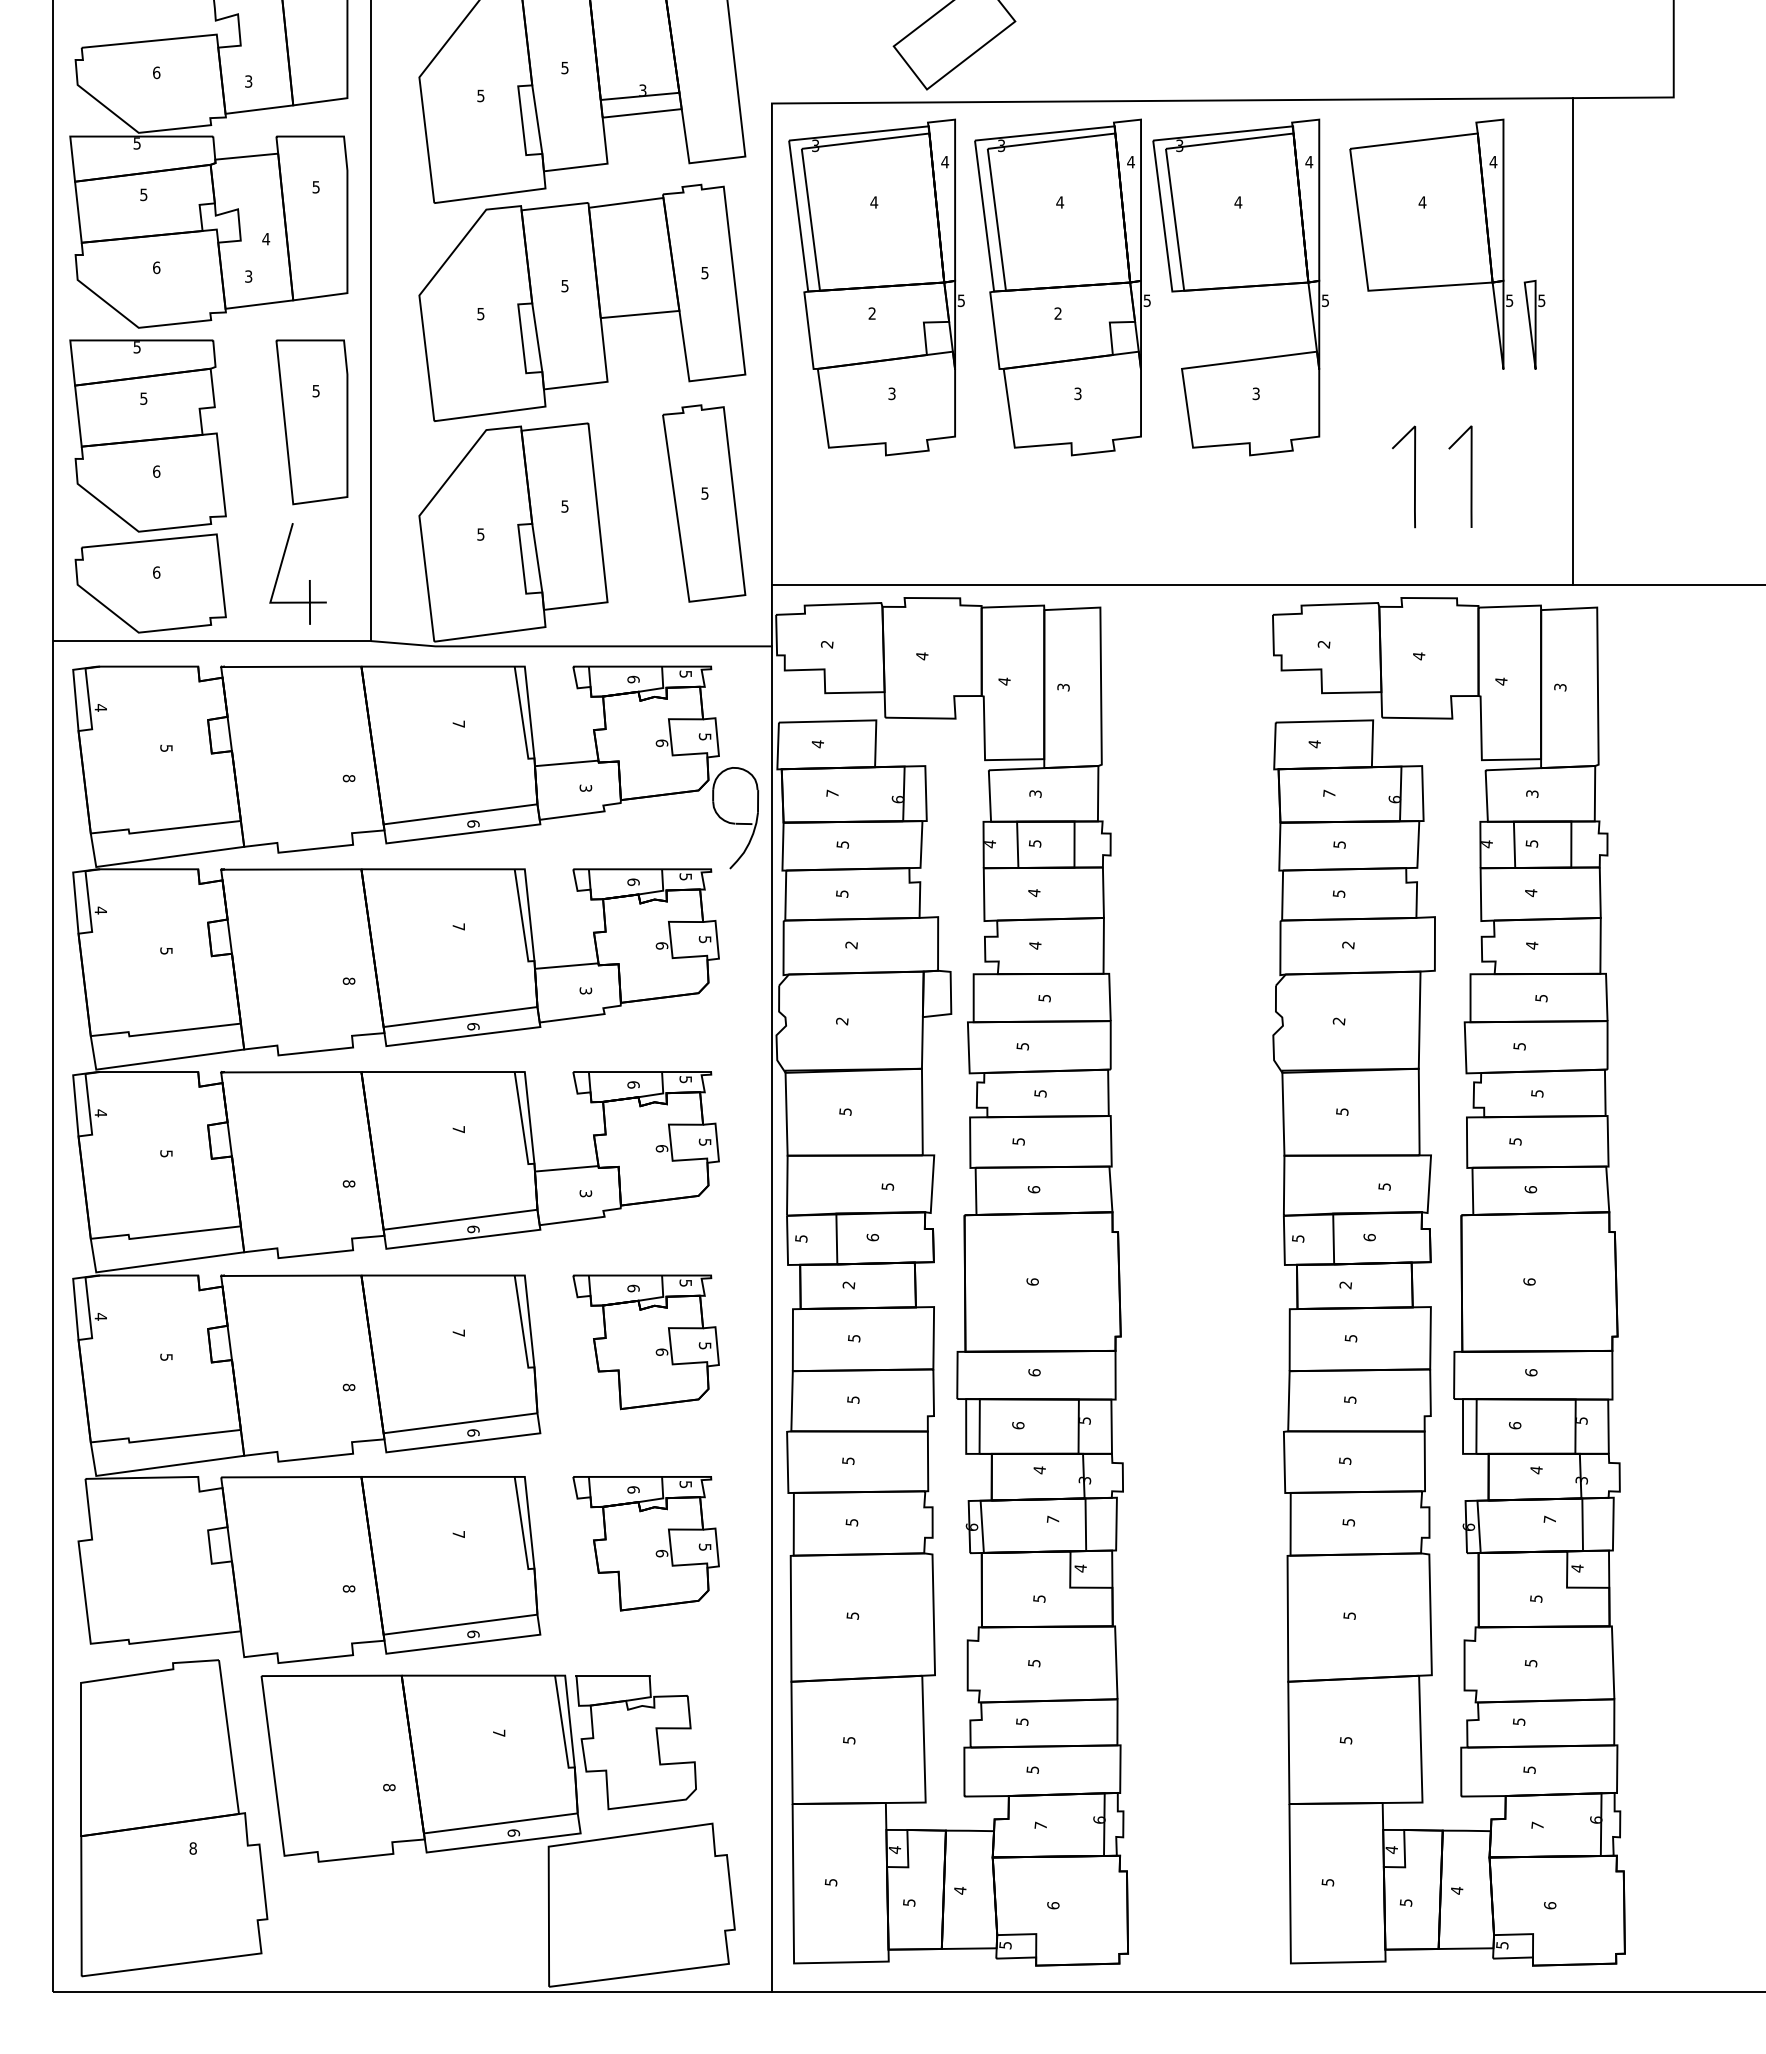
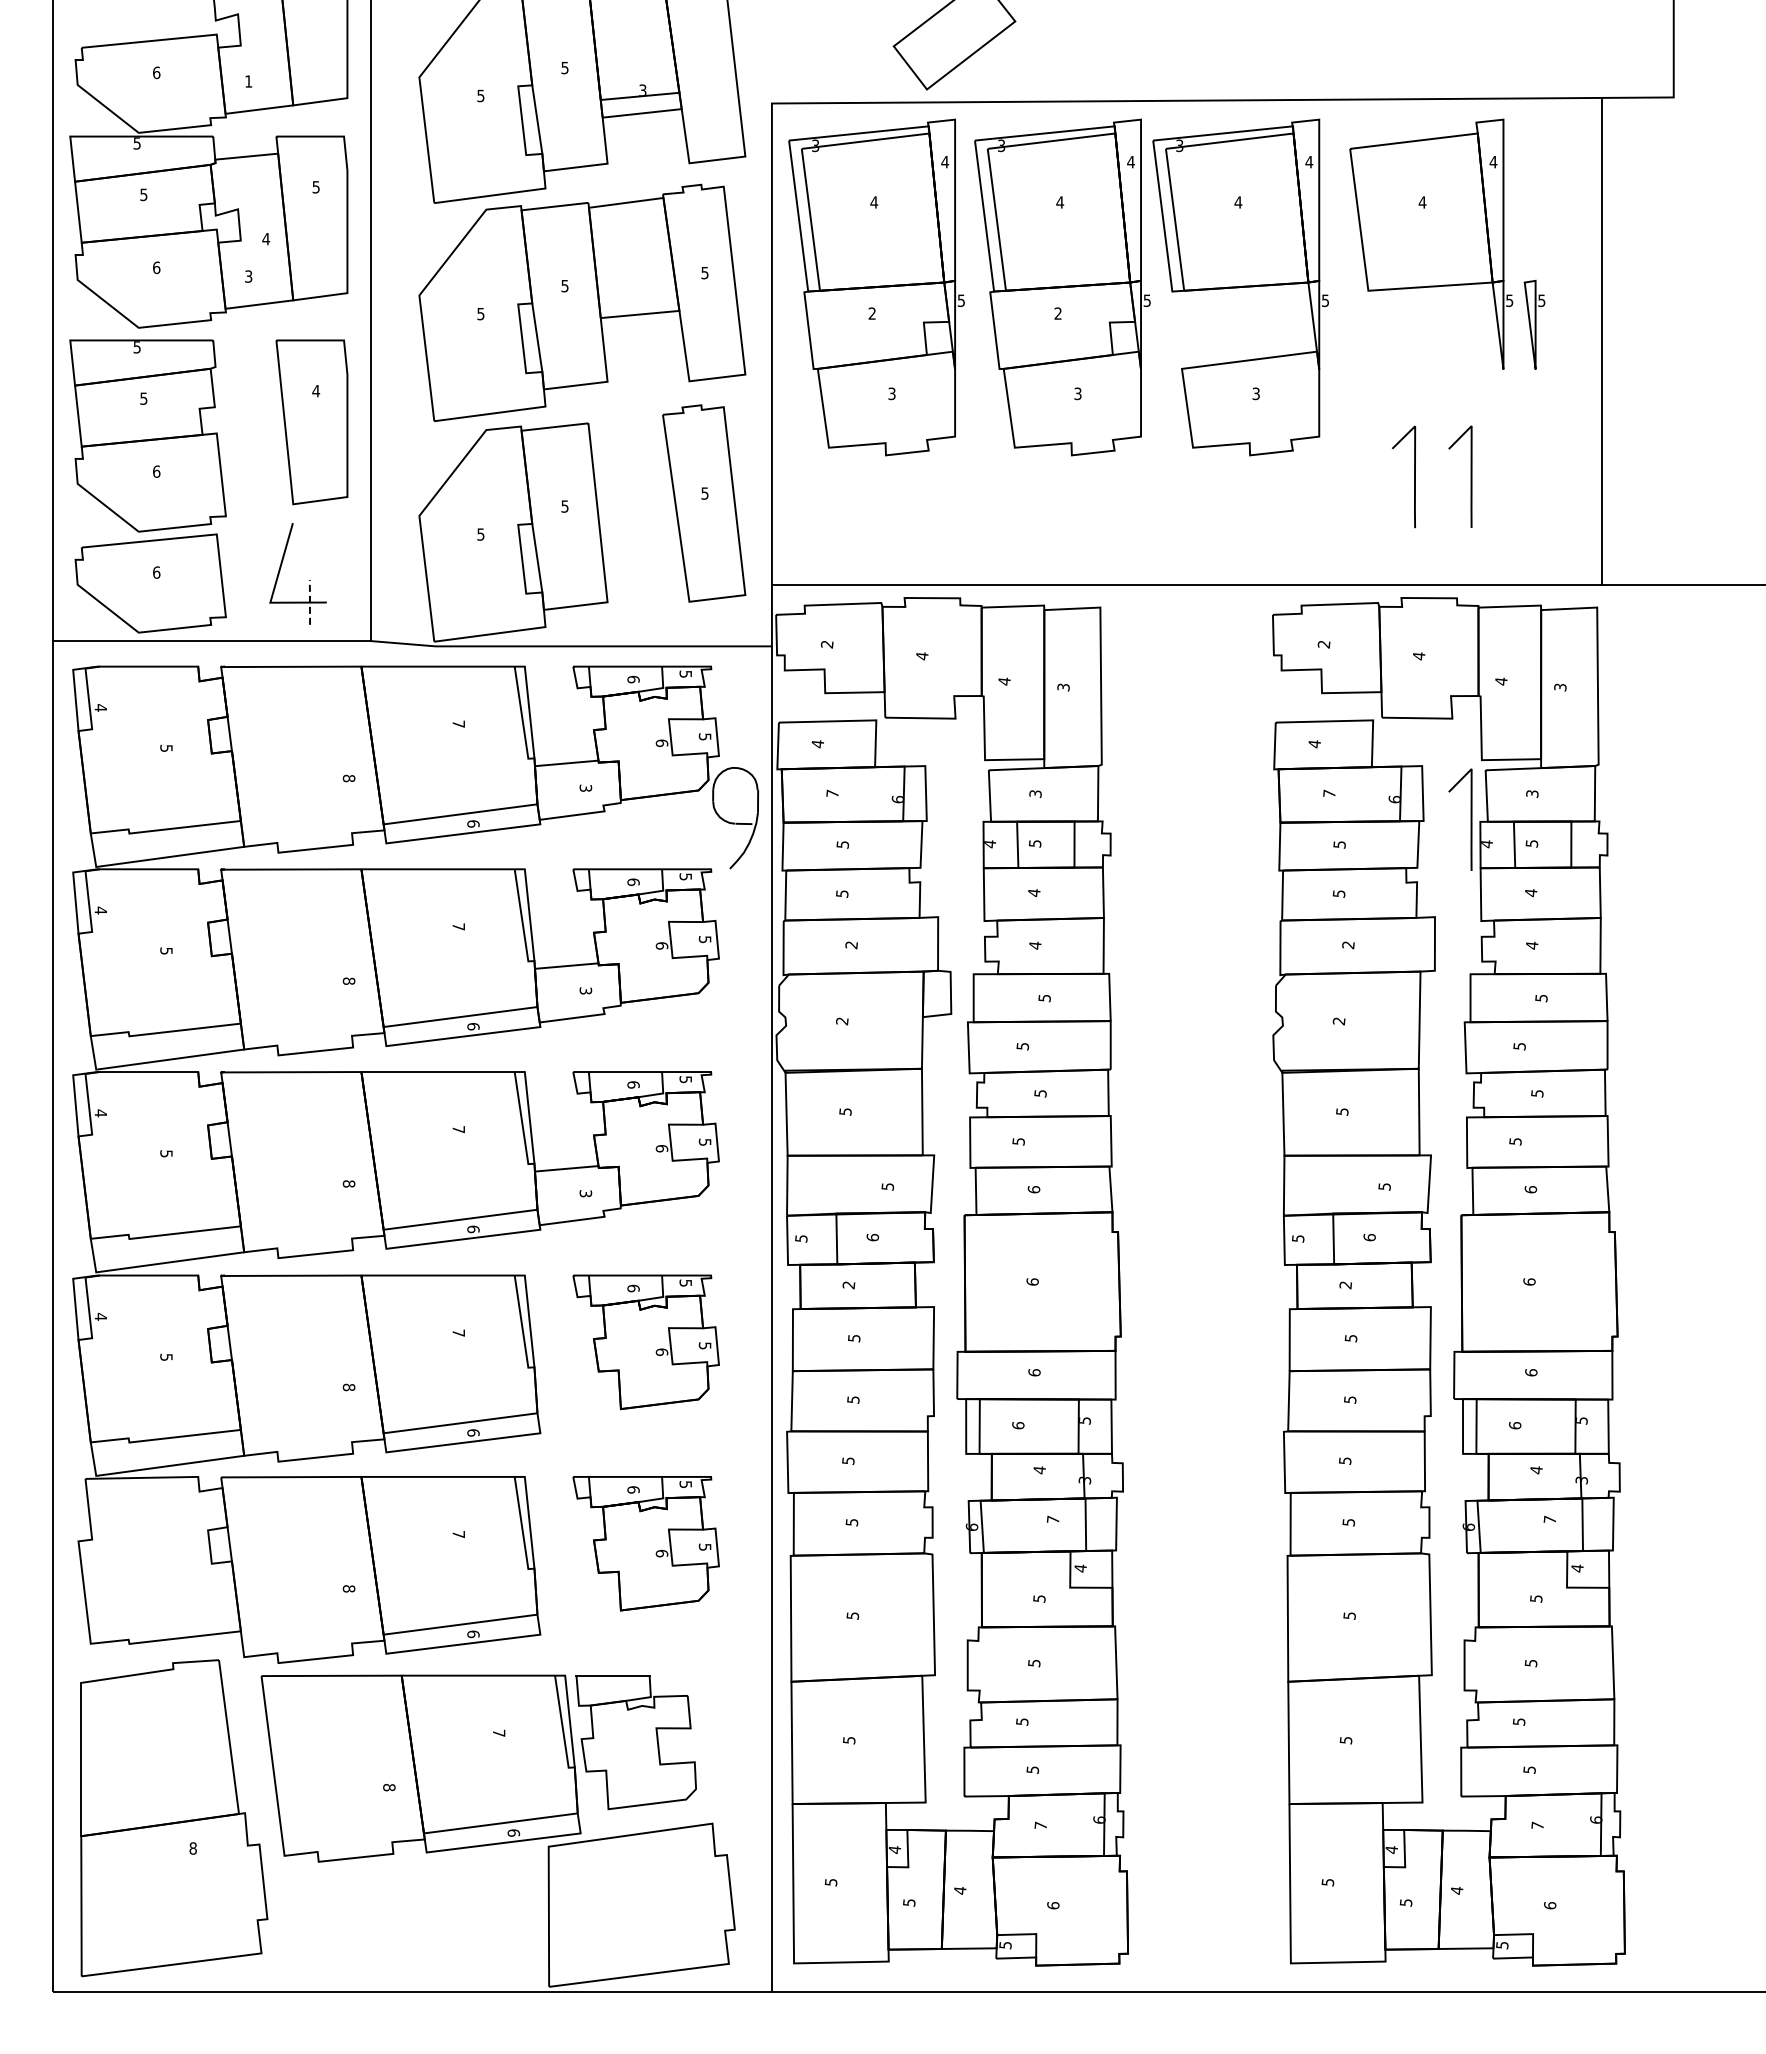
text at (248, 81): 3 -> 1
line at (1572, 341) position: (1572, 341) -> (1601, 341)
text at (316, 391): 5 -> 4
line at (309, 601): solid -> dashed
line at (1470, 819): none -> present
